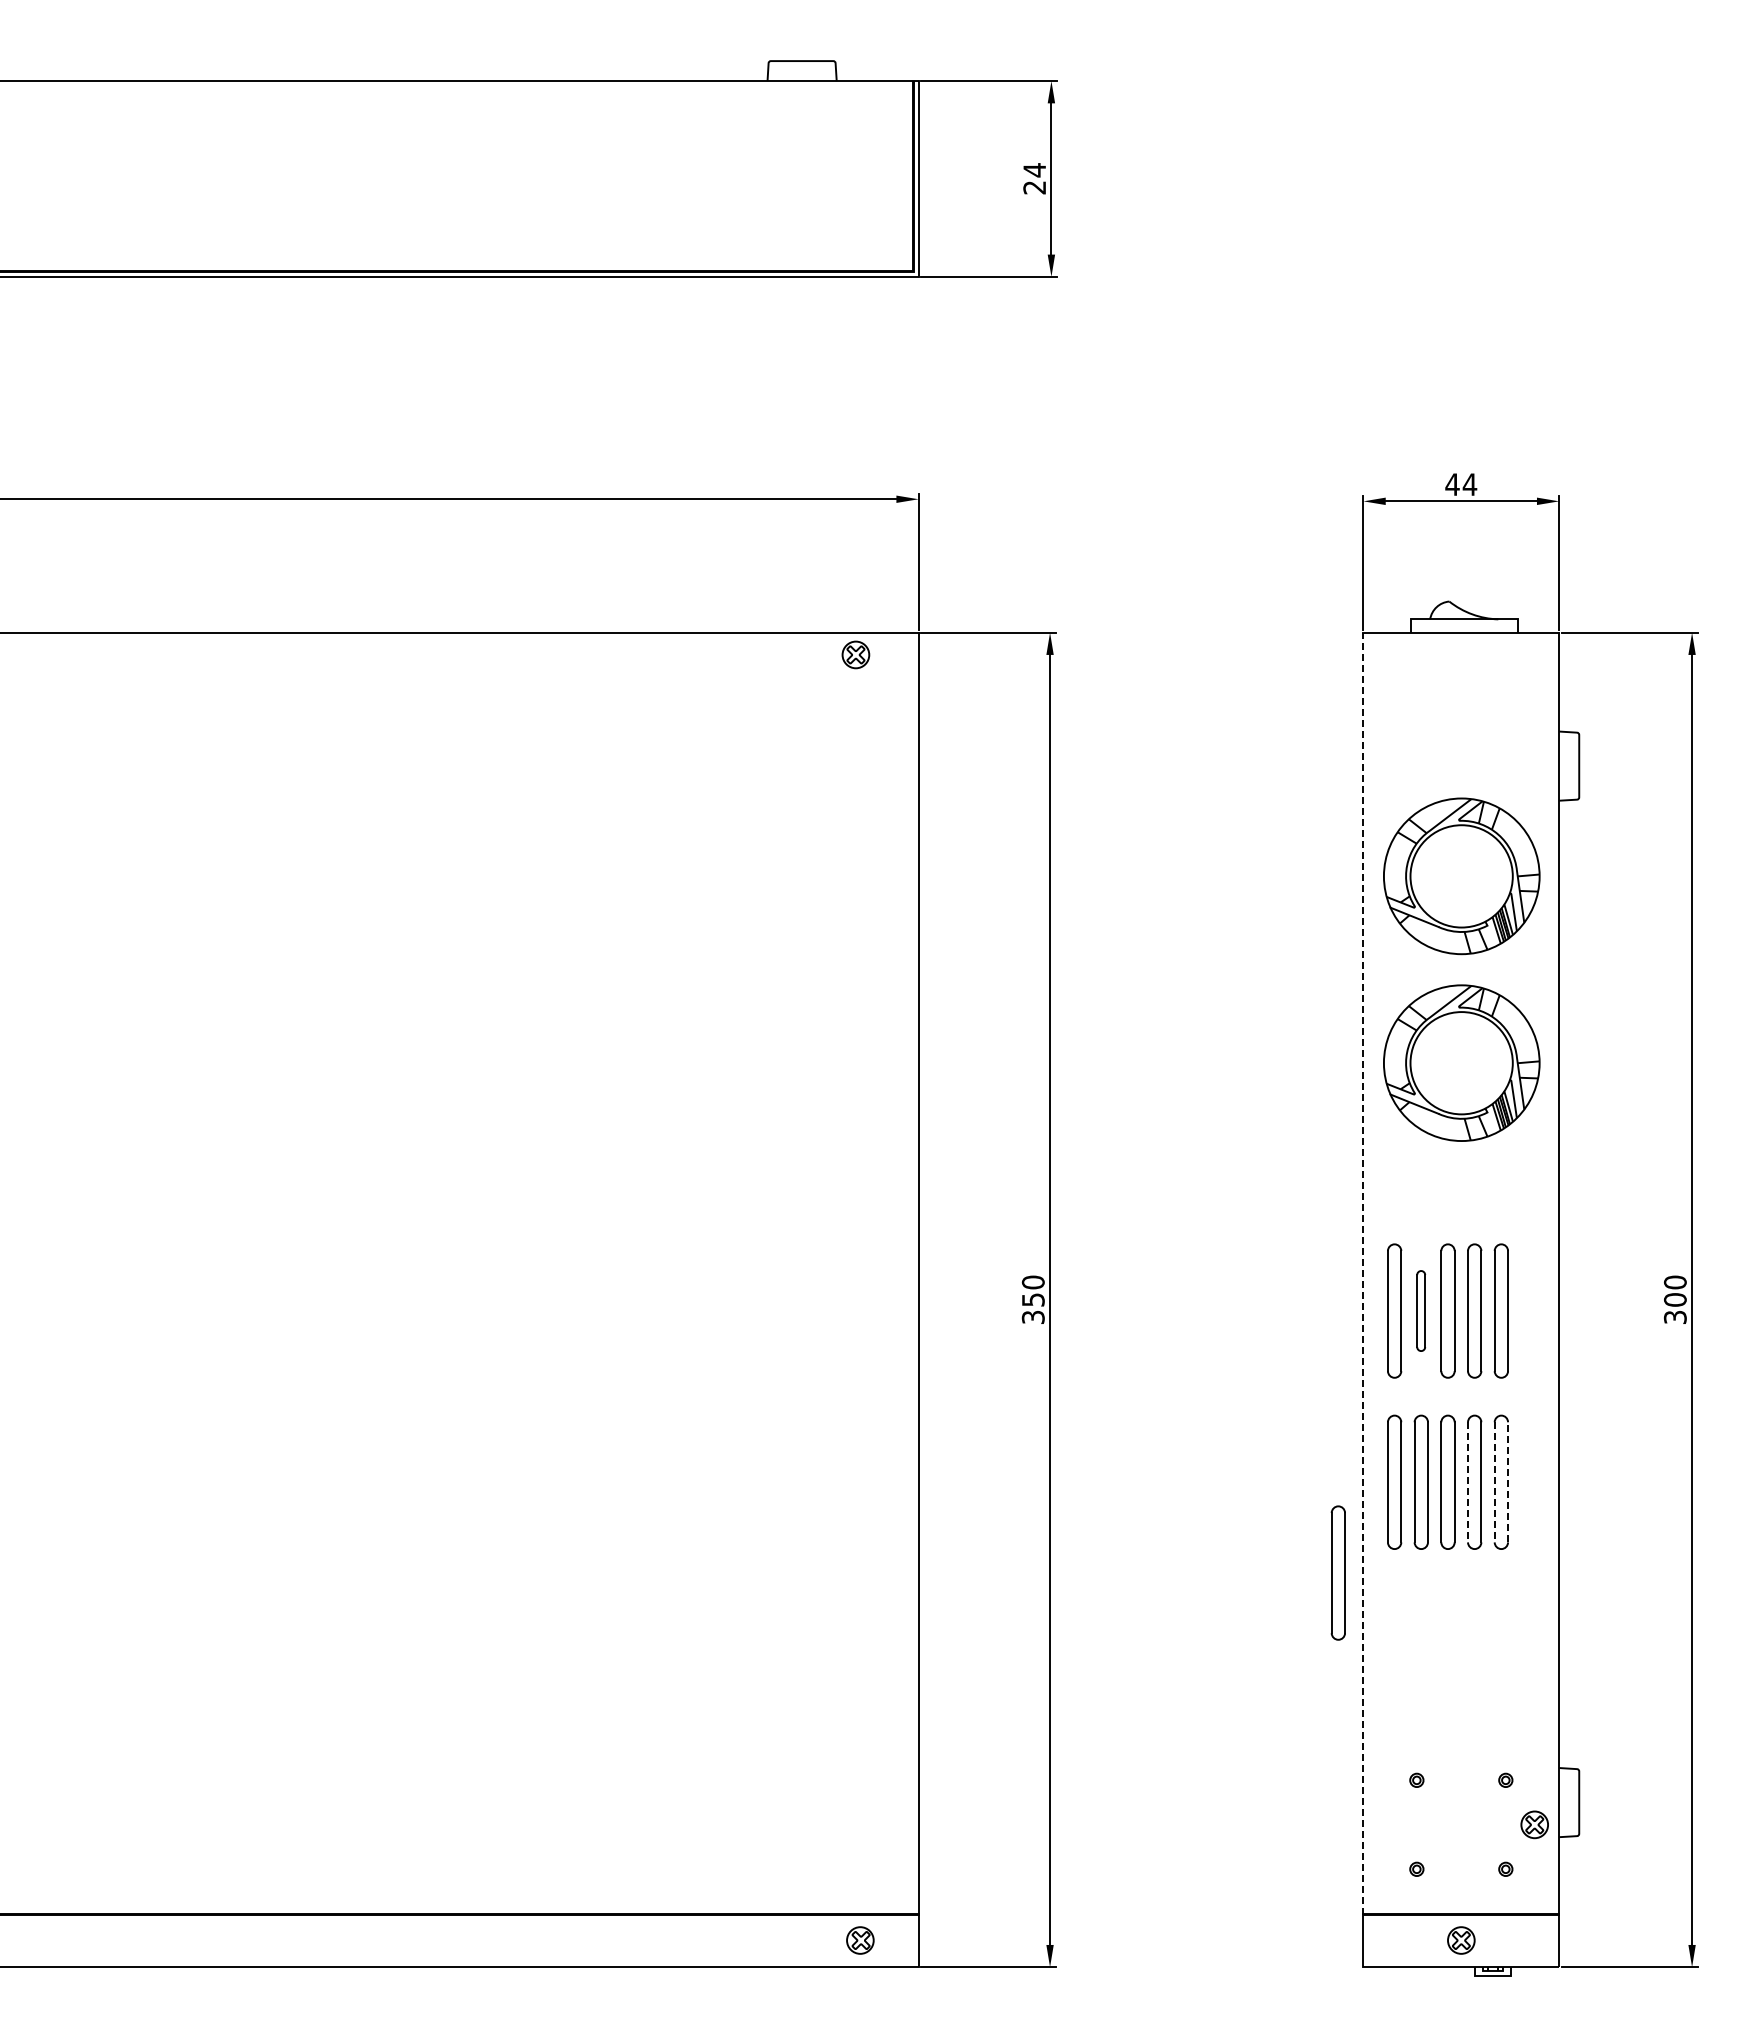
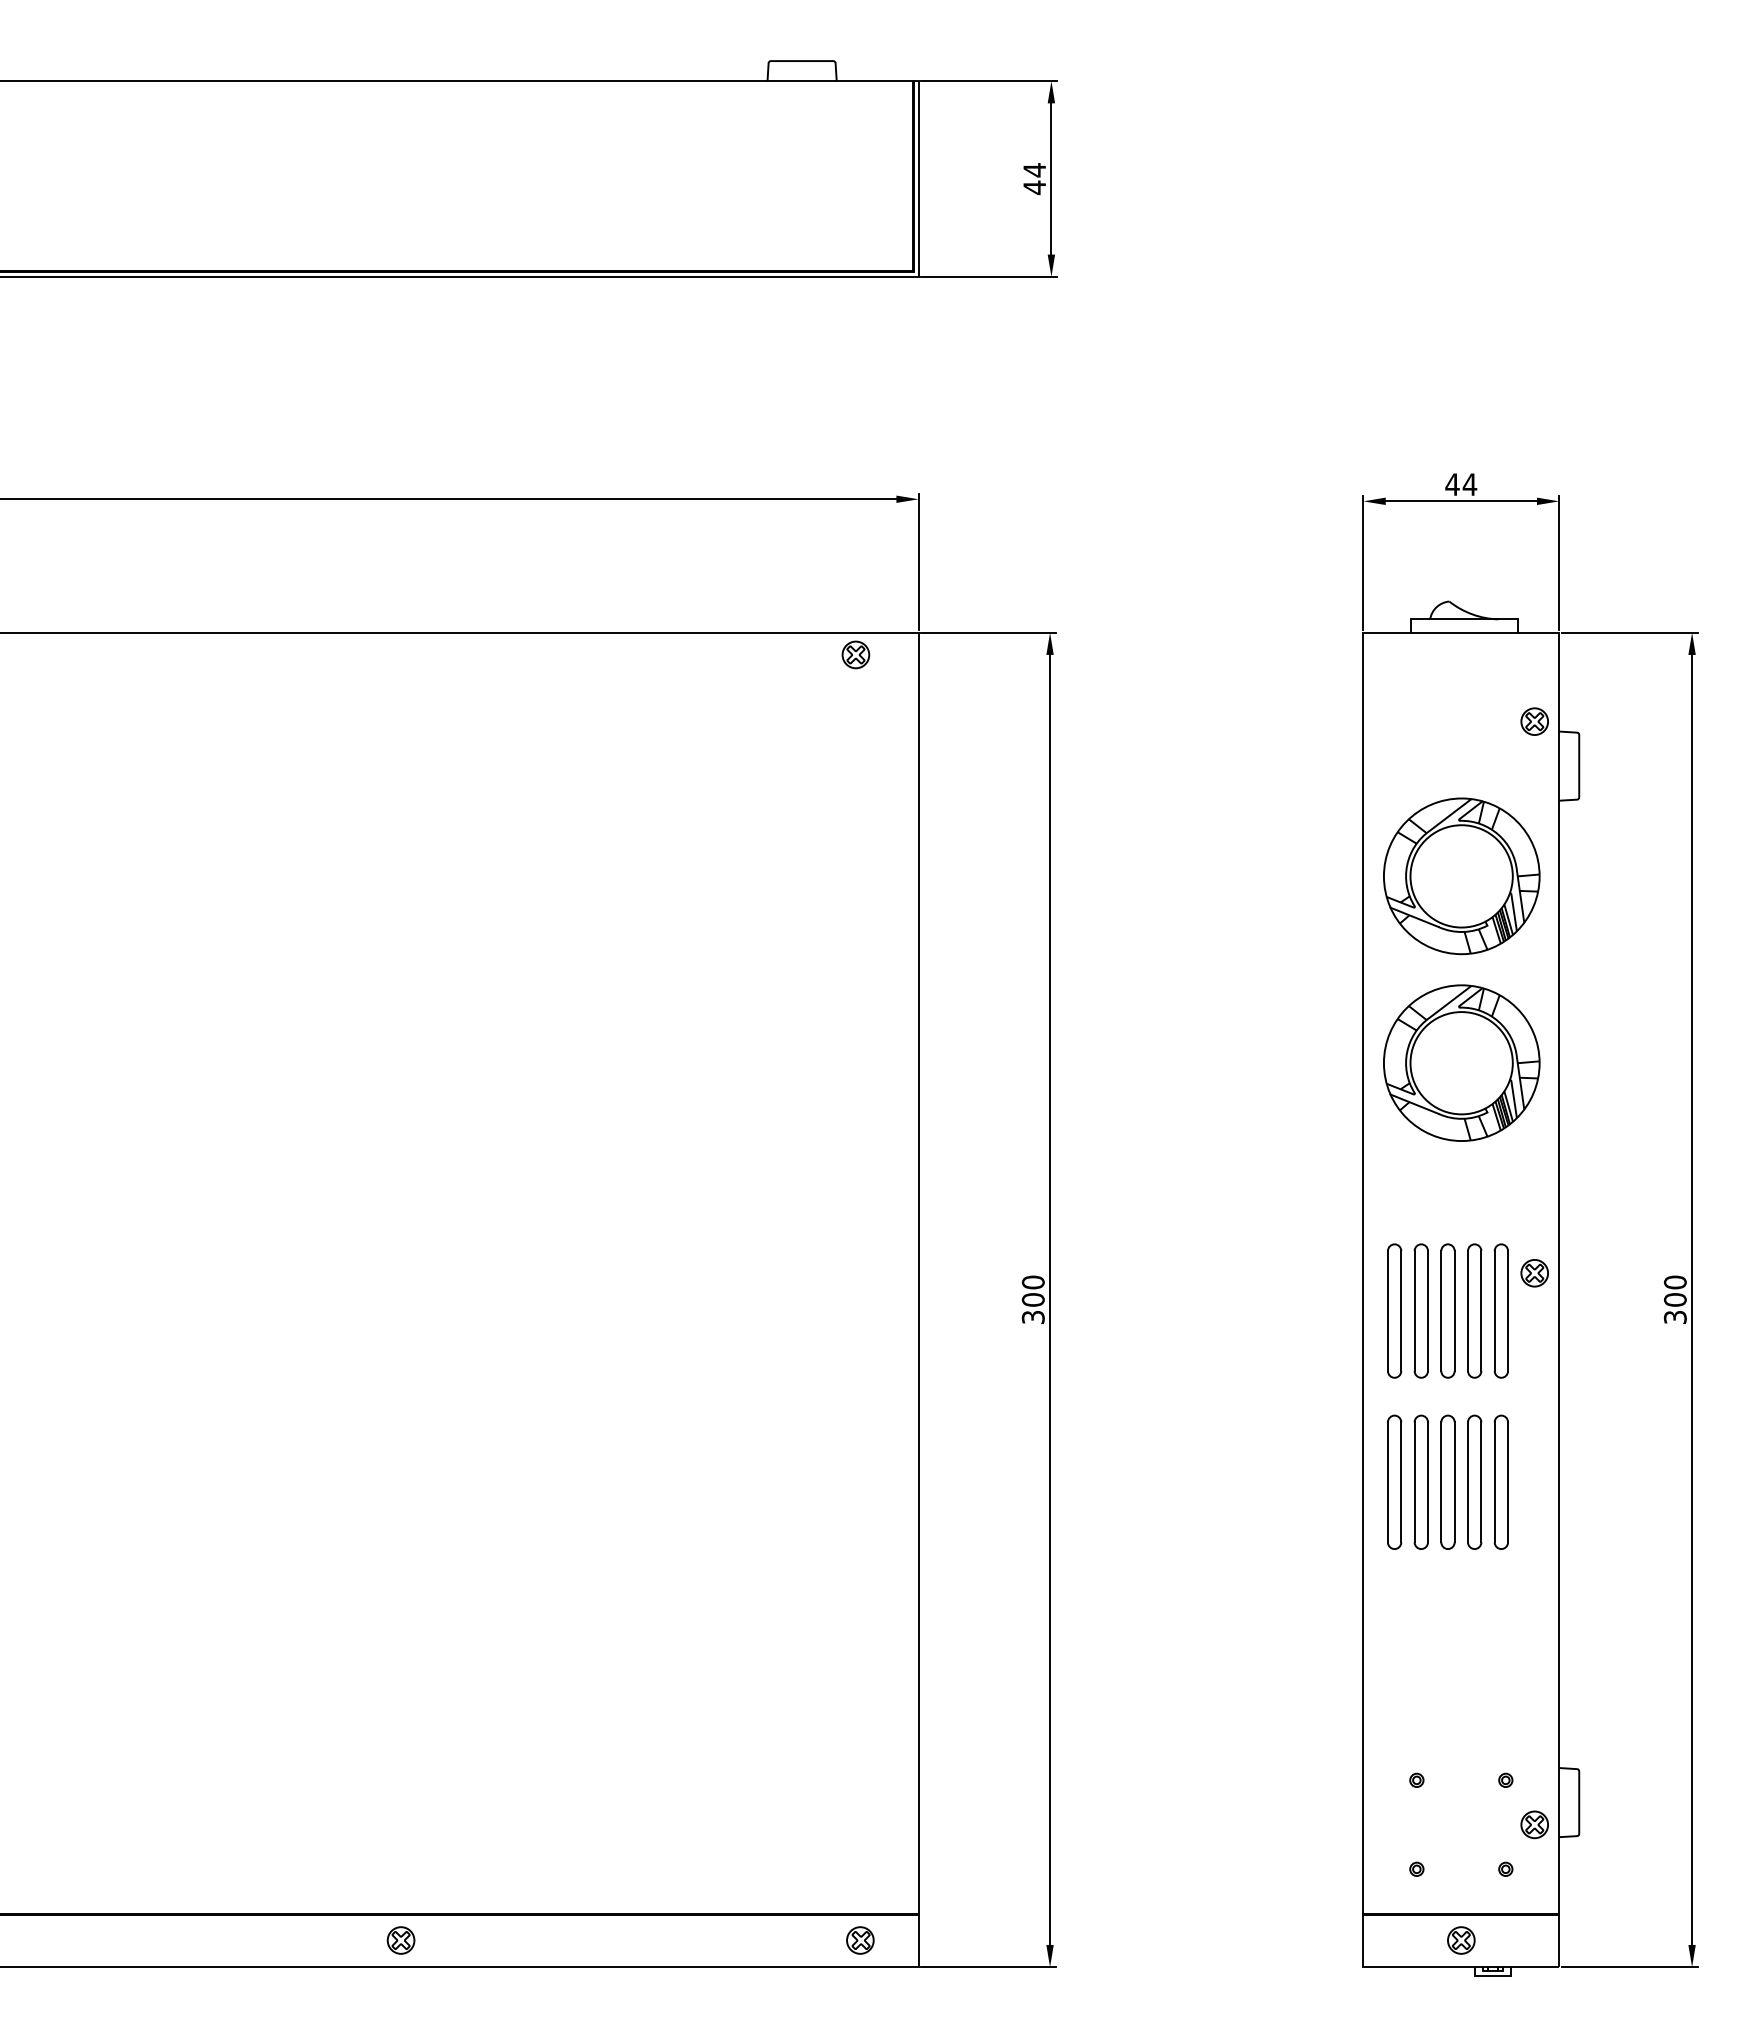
text at (1034, 187): 24 -> 44
part at (1534, 721): none -> present
line at (1363, 1273): dashed -> solid
part at (1534, 1273): none -> present
text at (1032, 1299): 350 -> 300
part at (1421, 1310) size: 11x82 px -> 16x136 px
line at (1508, 1481): dashed -> solid
line at (1468, 1482): dashed -> solid
line at (1494, 1482): dashed -> solid
part at (1337, 1572): present -> none
part at (400, 1940): none -> present
